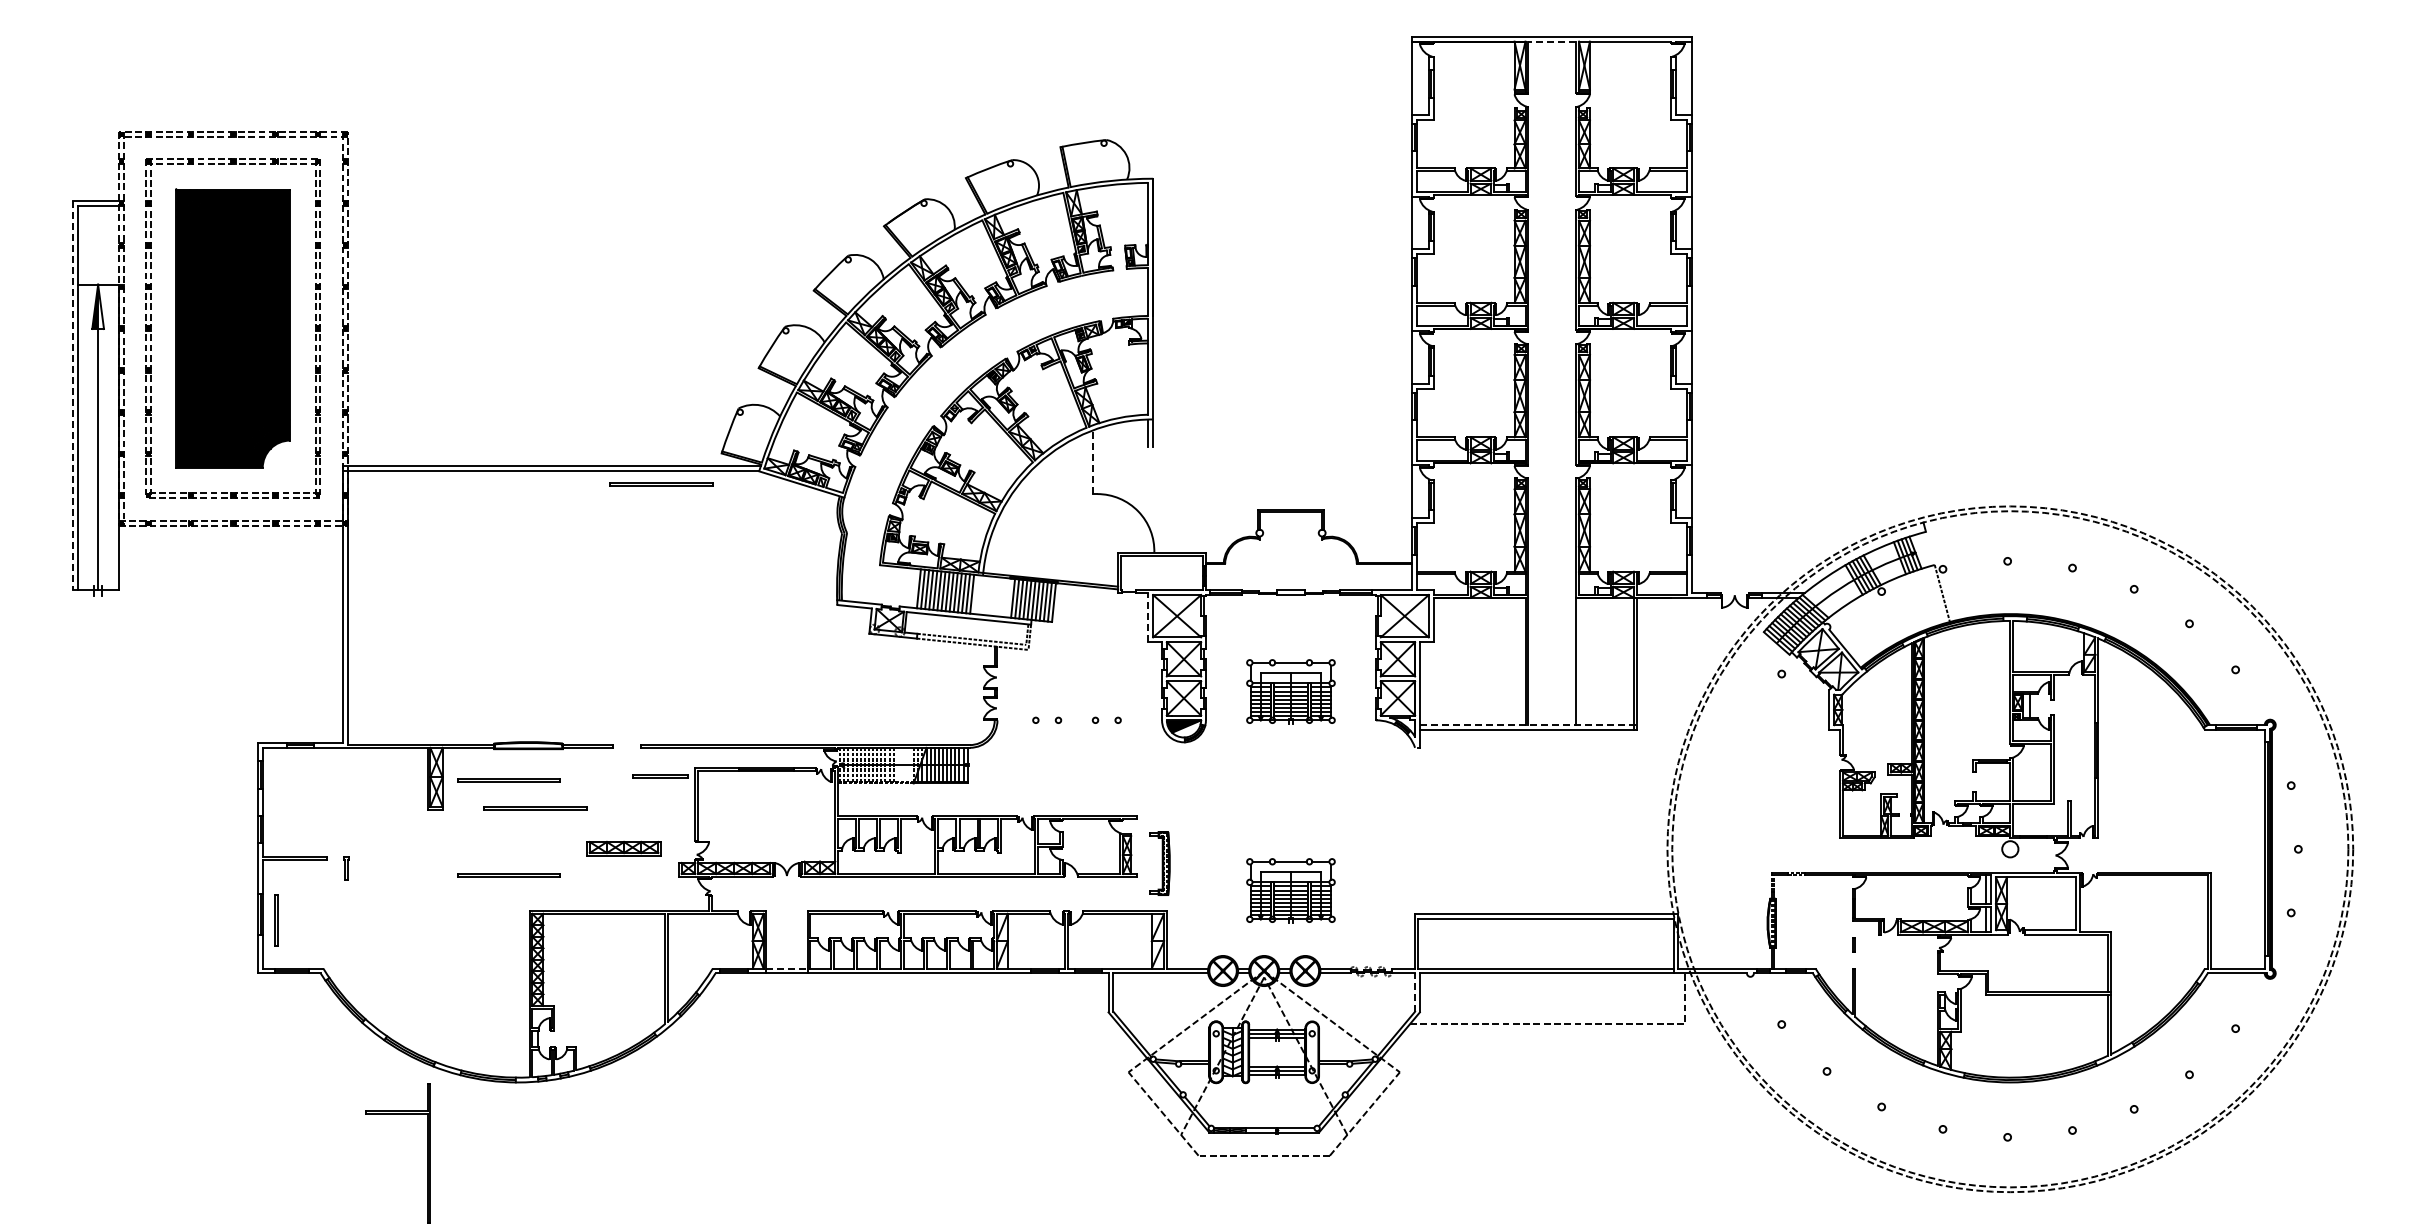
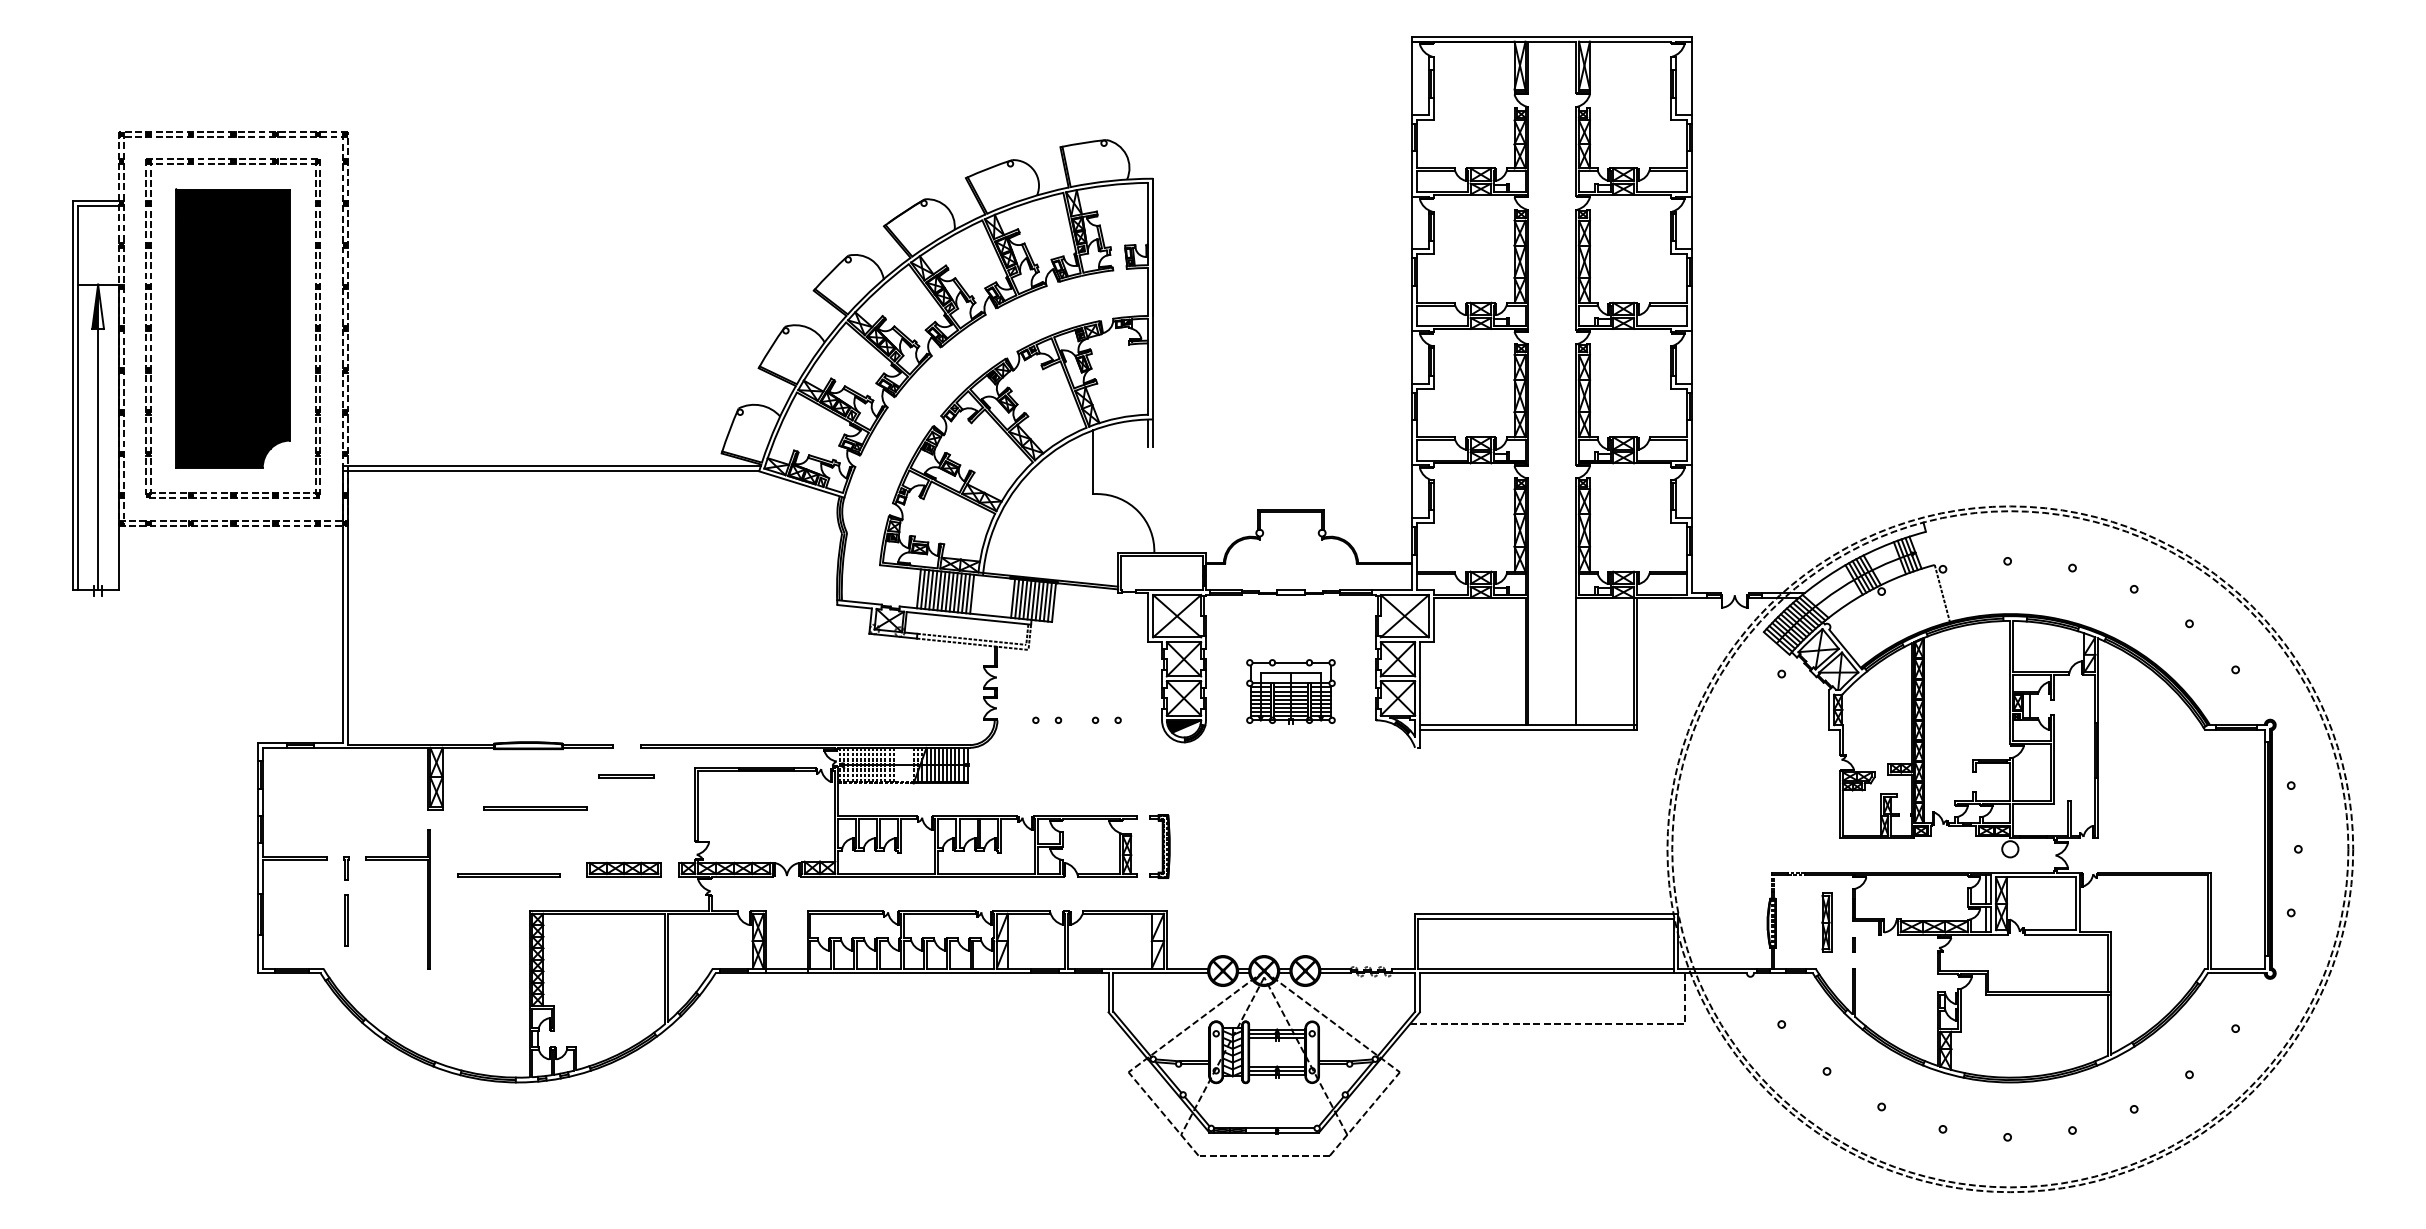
line at (1551, 41): dashed -> solid
line at (72, 395): dashed -> solid
line at (1093, 462): dashed -> solid
line at (661, 483): present -> none
line at (1148, 617): dashed -> solid
line at (1528, 725): dashed -> solid
line at (660, 775) position: (660, 775) -> (626, 775)
line at (508, 779): present -> none
part at (623, 848) position: (623, 848) -> (623, 869)
part at (1159, 863) position: (1159, 863) -> (1159, 846)
part at (1290, 890): present -> none
line at (275, 920) position: (275, 920) -> (345, 920)
part at (1826, 922): none -> present
line at (786, 968): dashed -> solid
line at (1415, 992): dashed -> solid
part at (427, 1153) position: (427, 1153) -> (427, 899)
